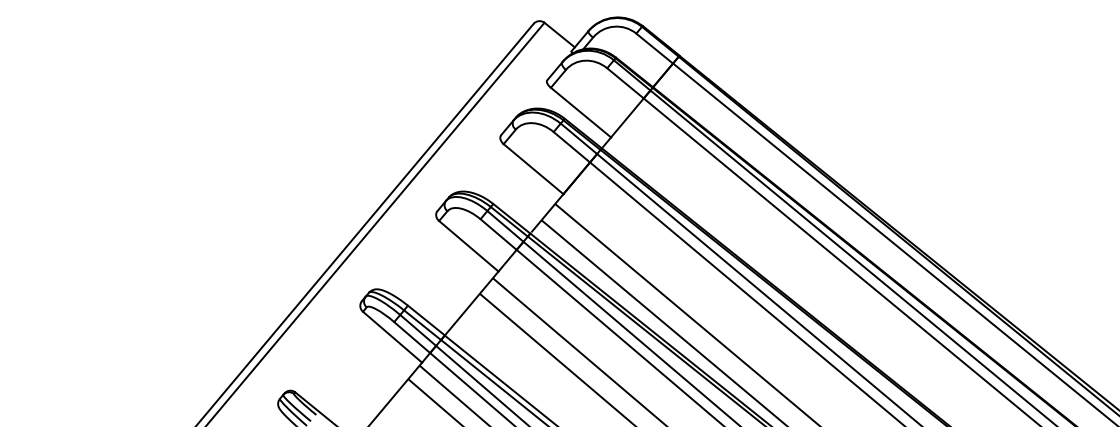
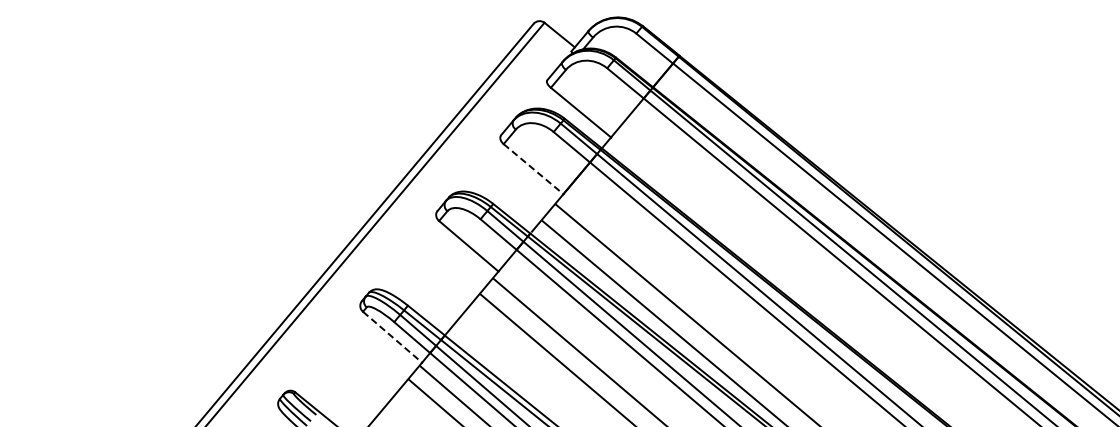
line at (533, 169): solid -> dashed
line at (392, 337): solid -> dashed
